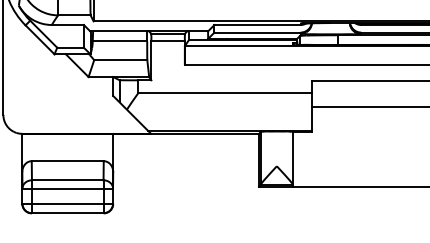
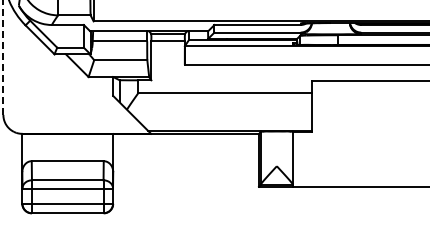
line at (3, 57): solid -> dashed
line at (369, 107): present -> none
